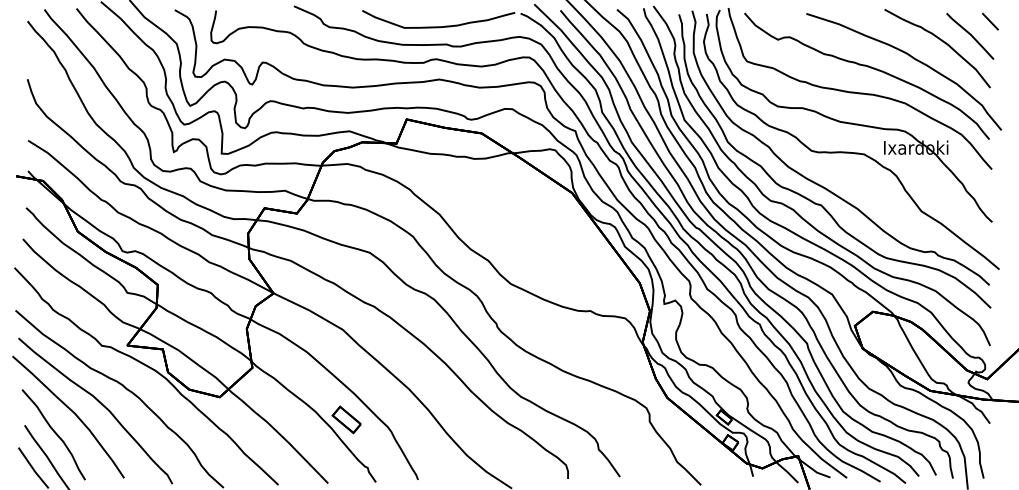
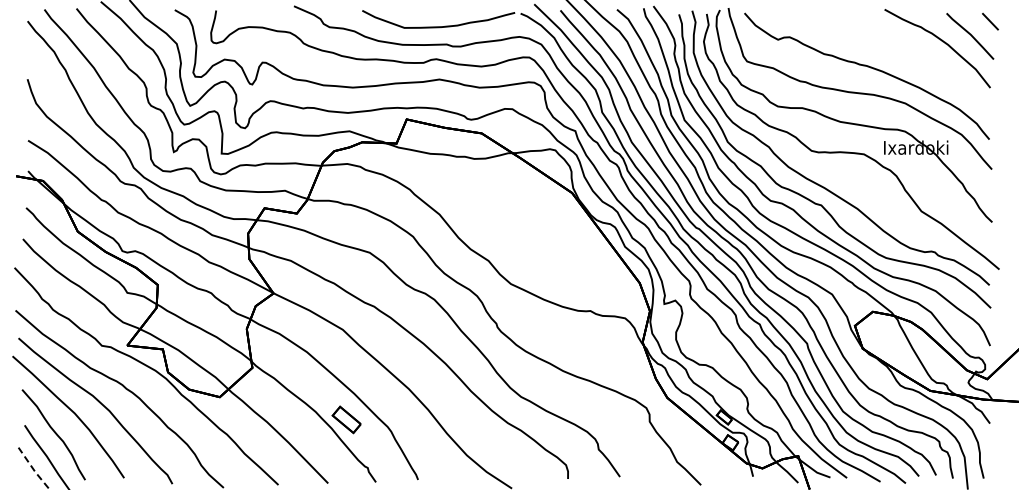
curve at (913, 59): present -> none
line at (33, 468): solid -> dashed
